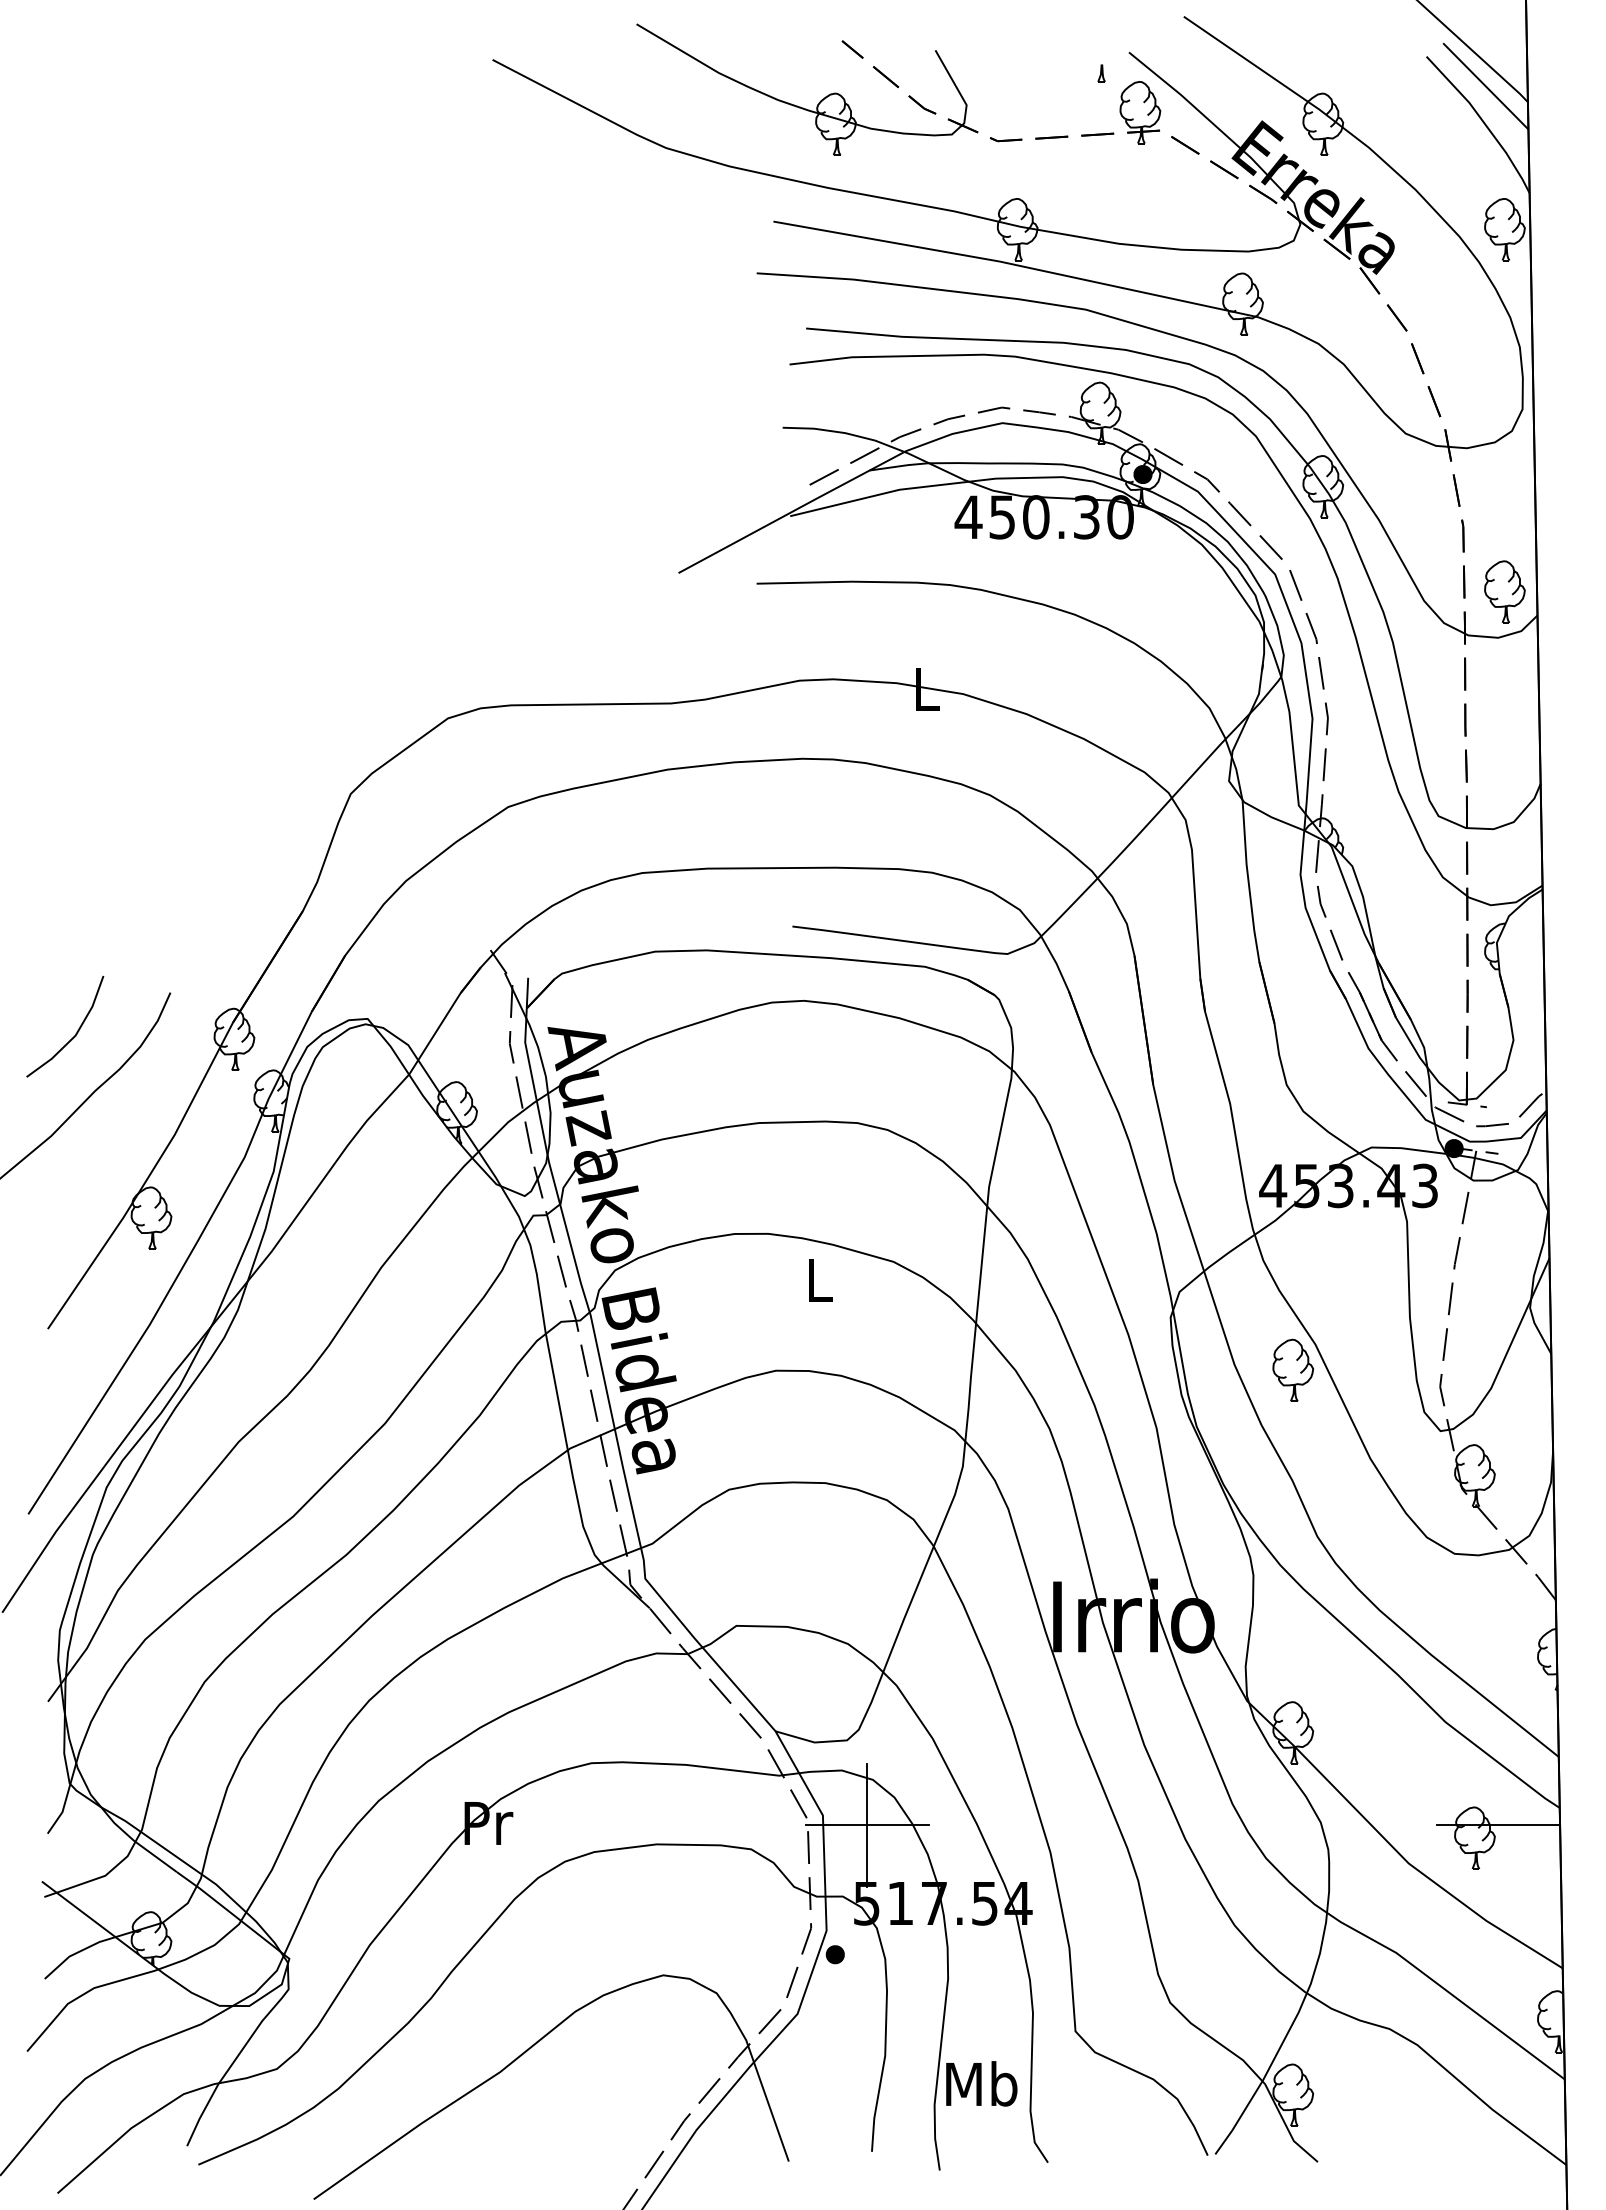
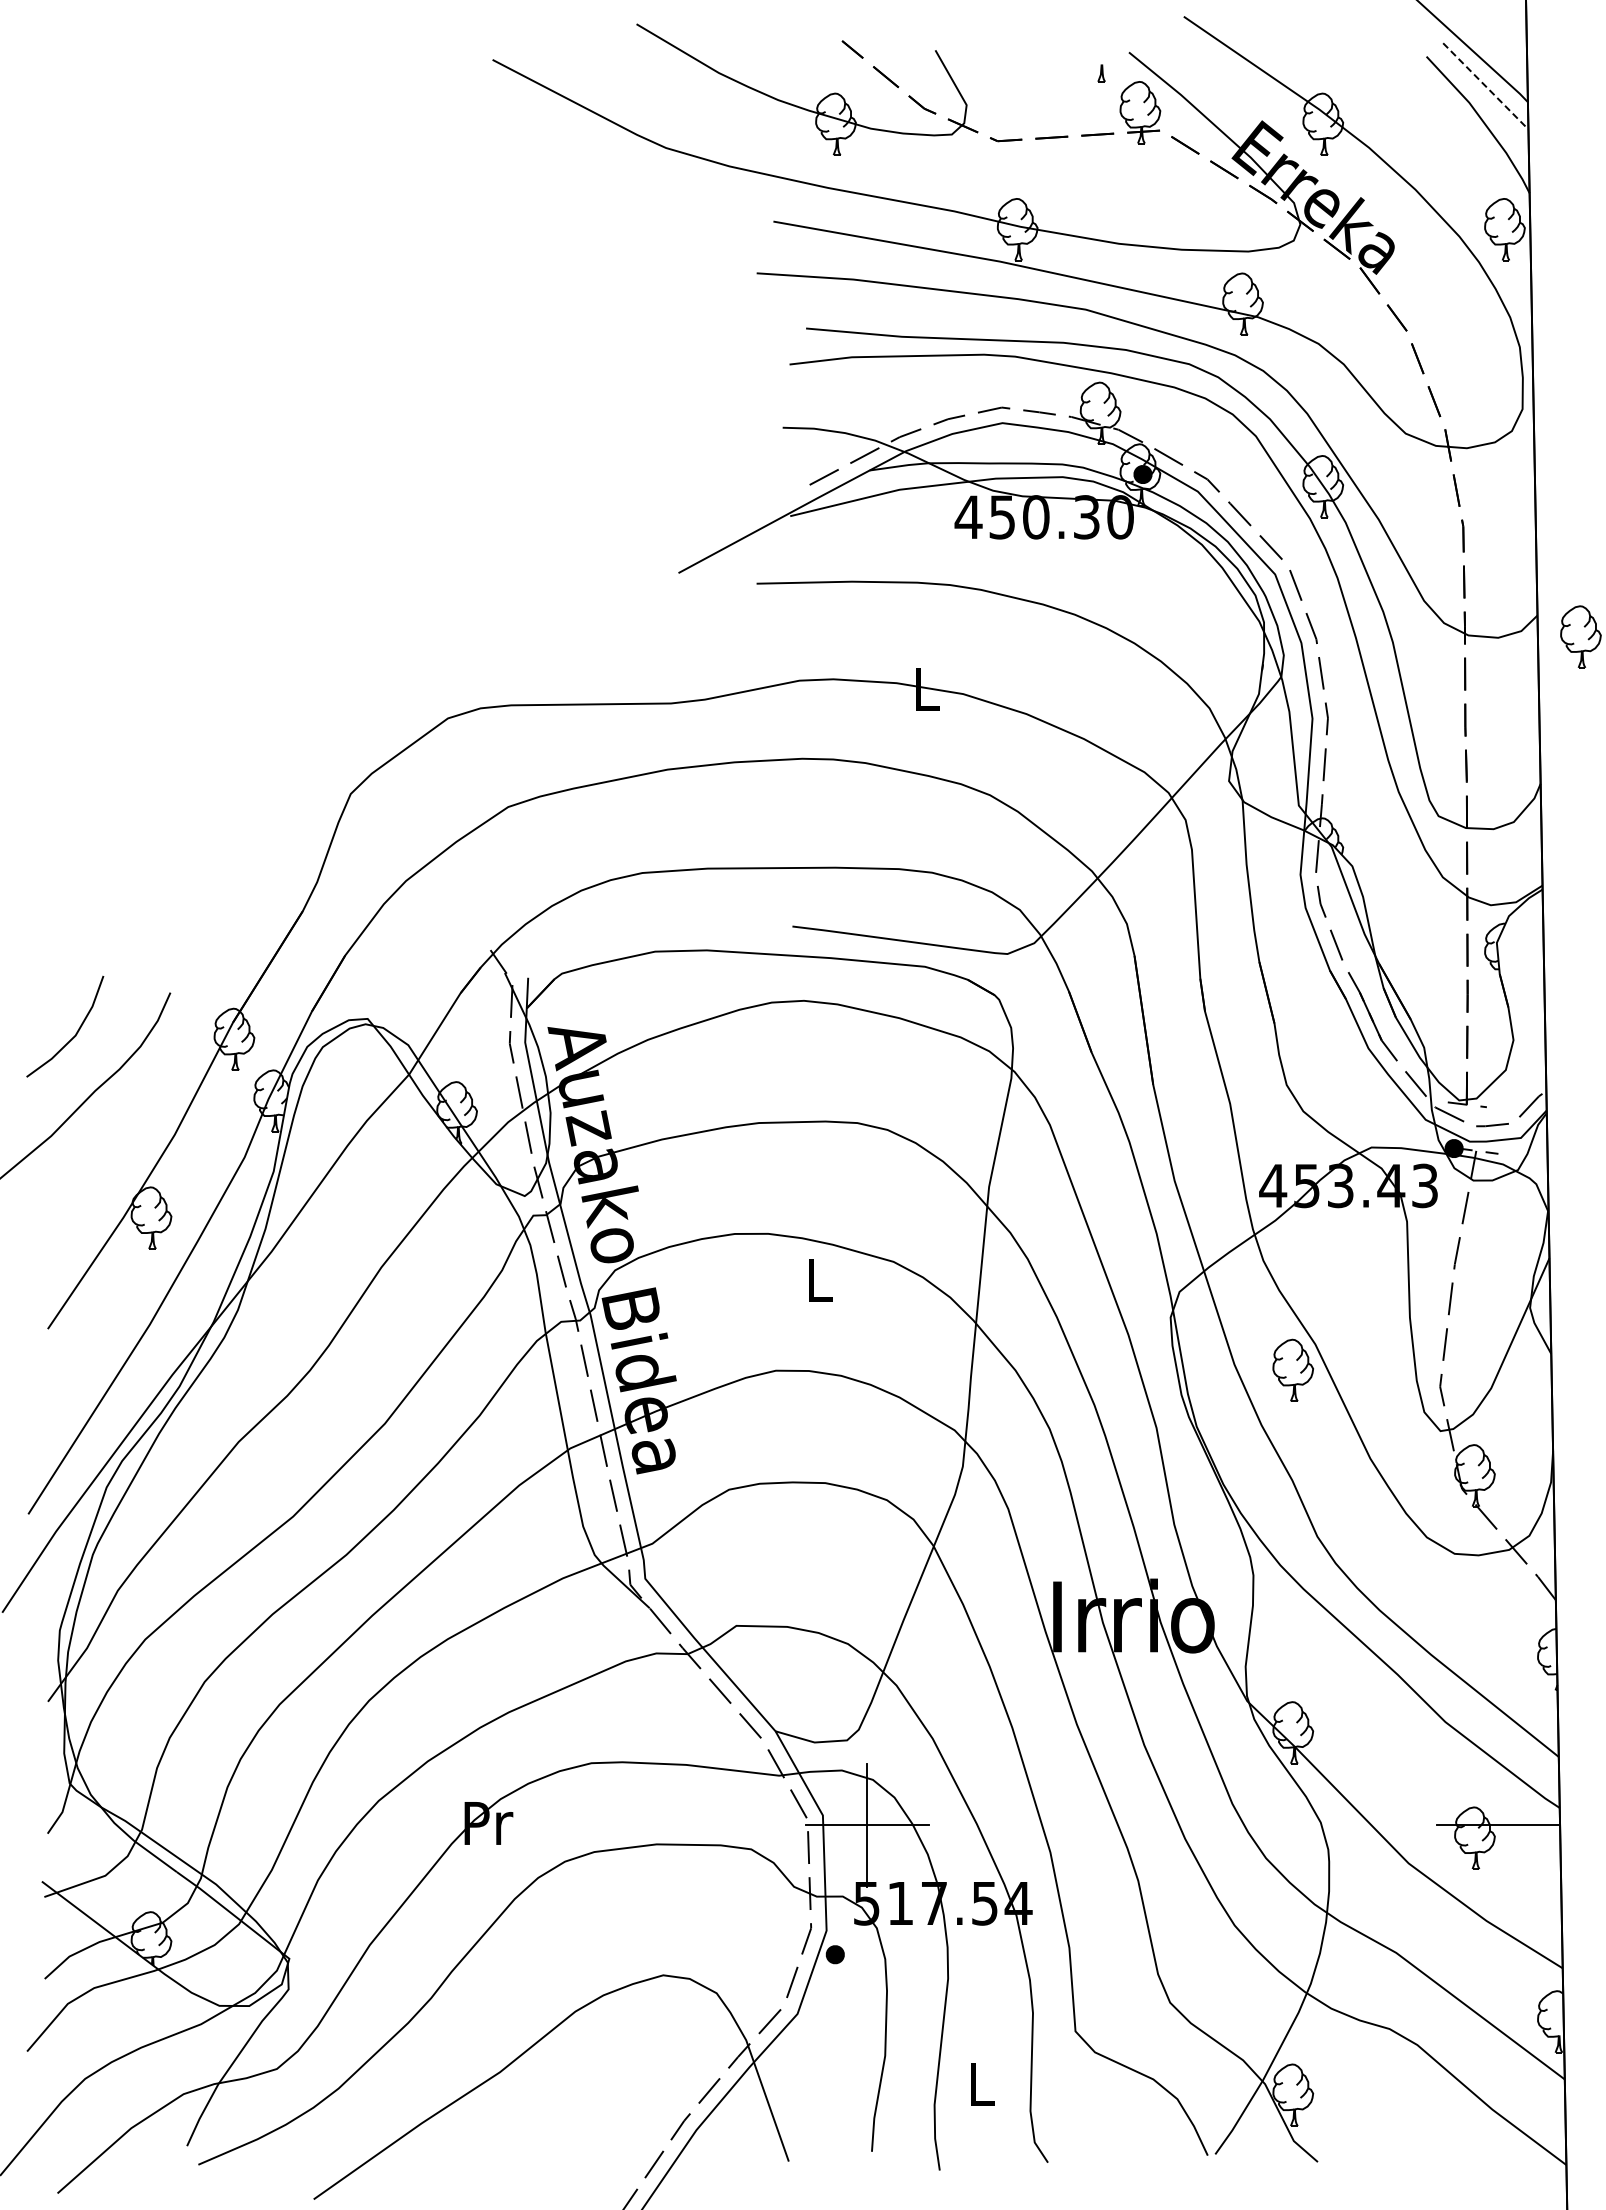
line at (1485, 86): solid -> dashed
part at (1504, 591) position: (1504, 591) -> (1580, 636)
text at (981, 2083): Mb -> L
